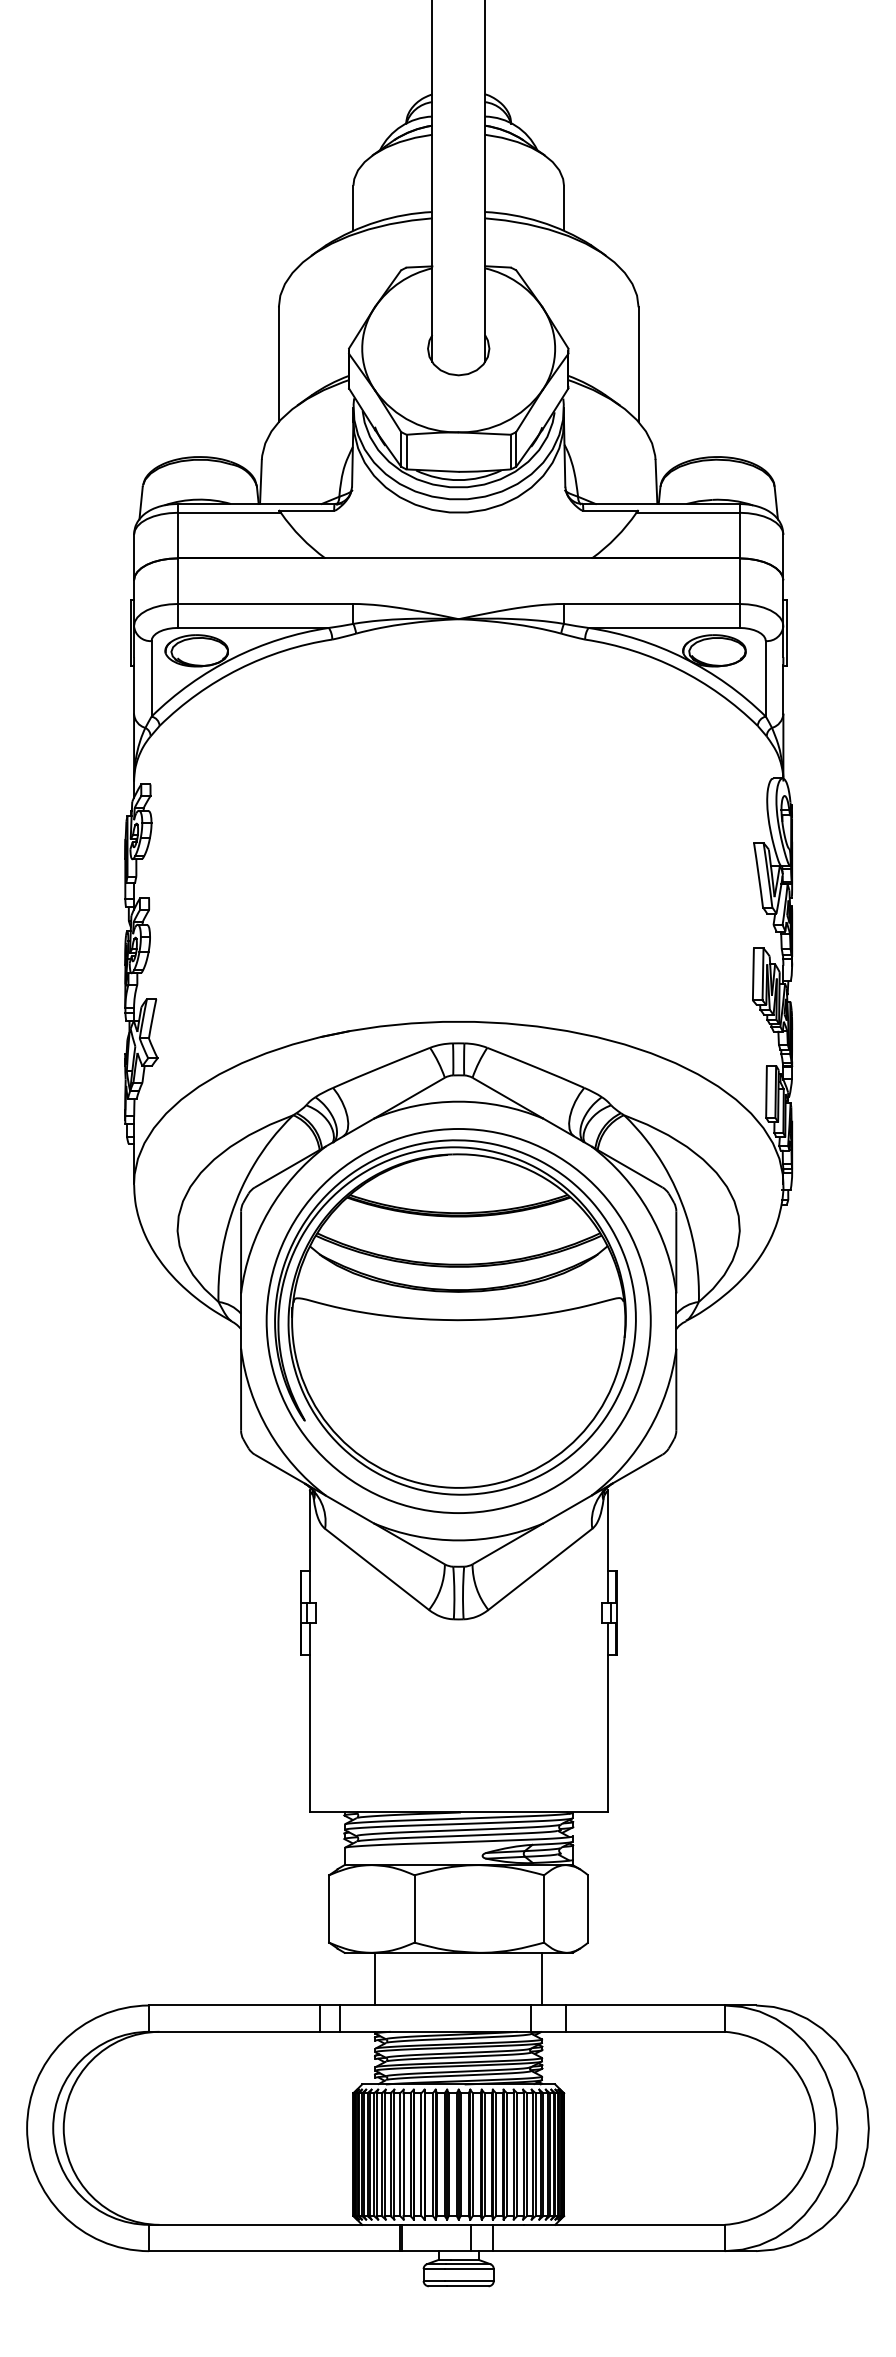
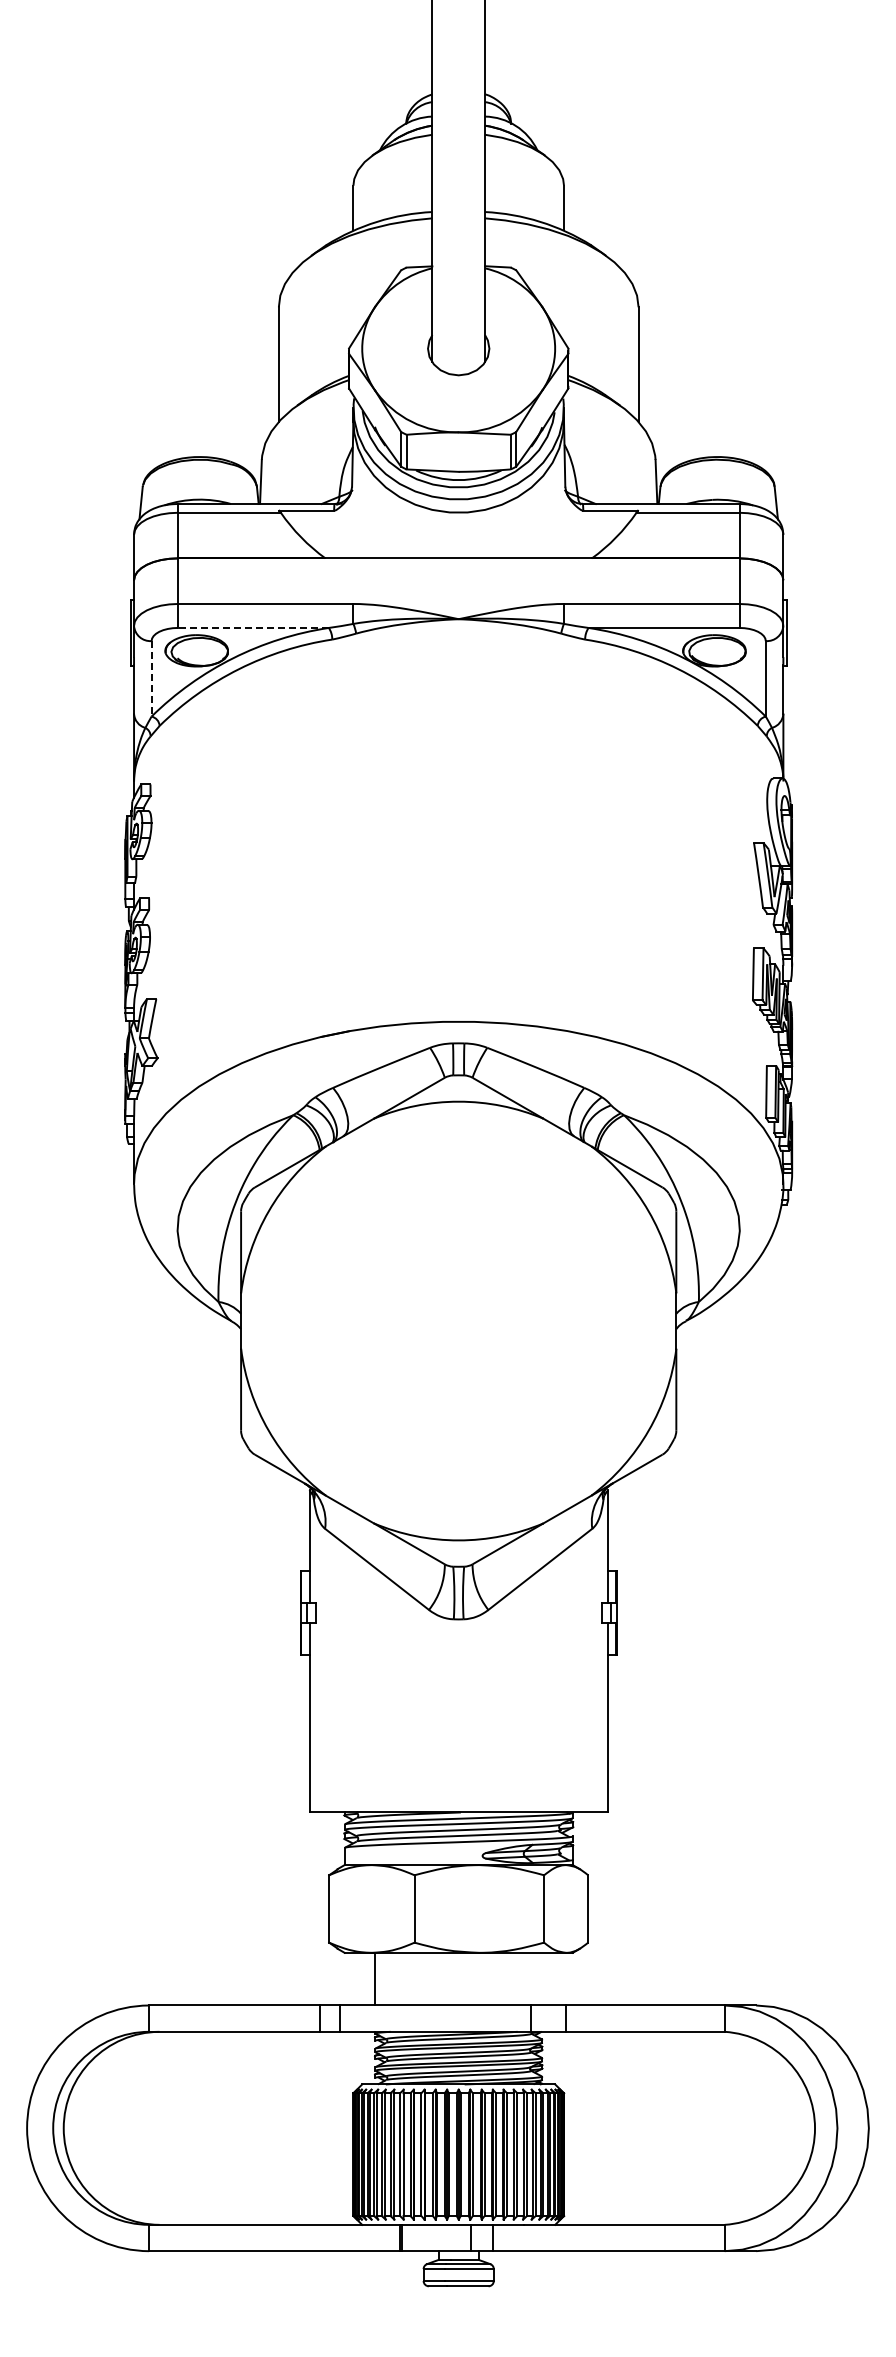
line at (252, 627): solid -> dashed
line at (151, 678): solid -> dashed
part at (458, 1320): present -> none
line at (542, 1978): present -> none
